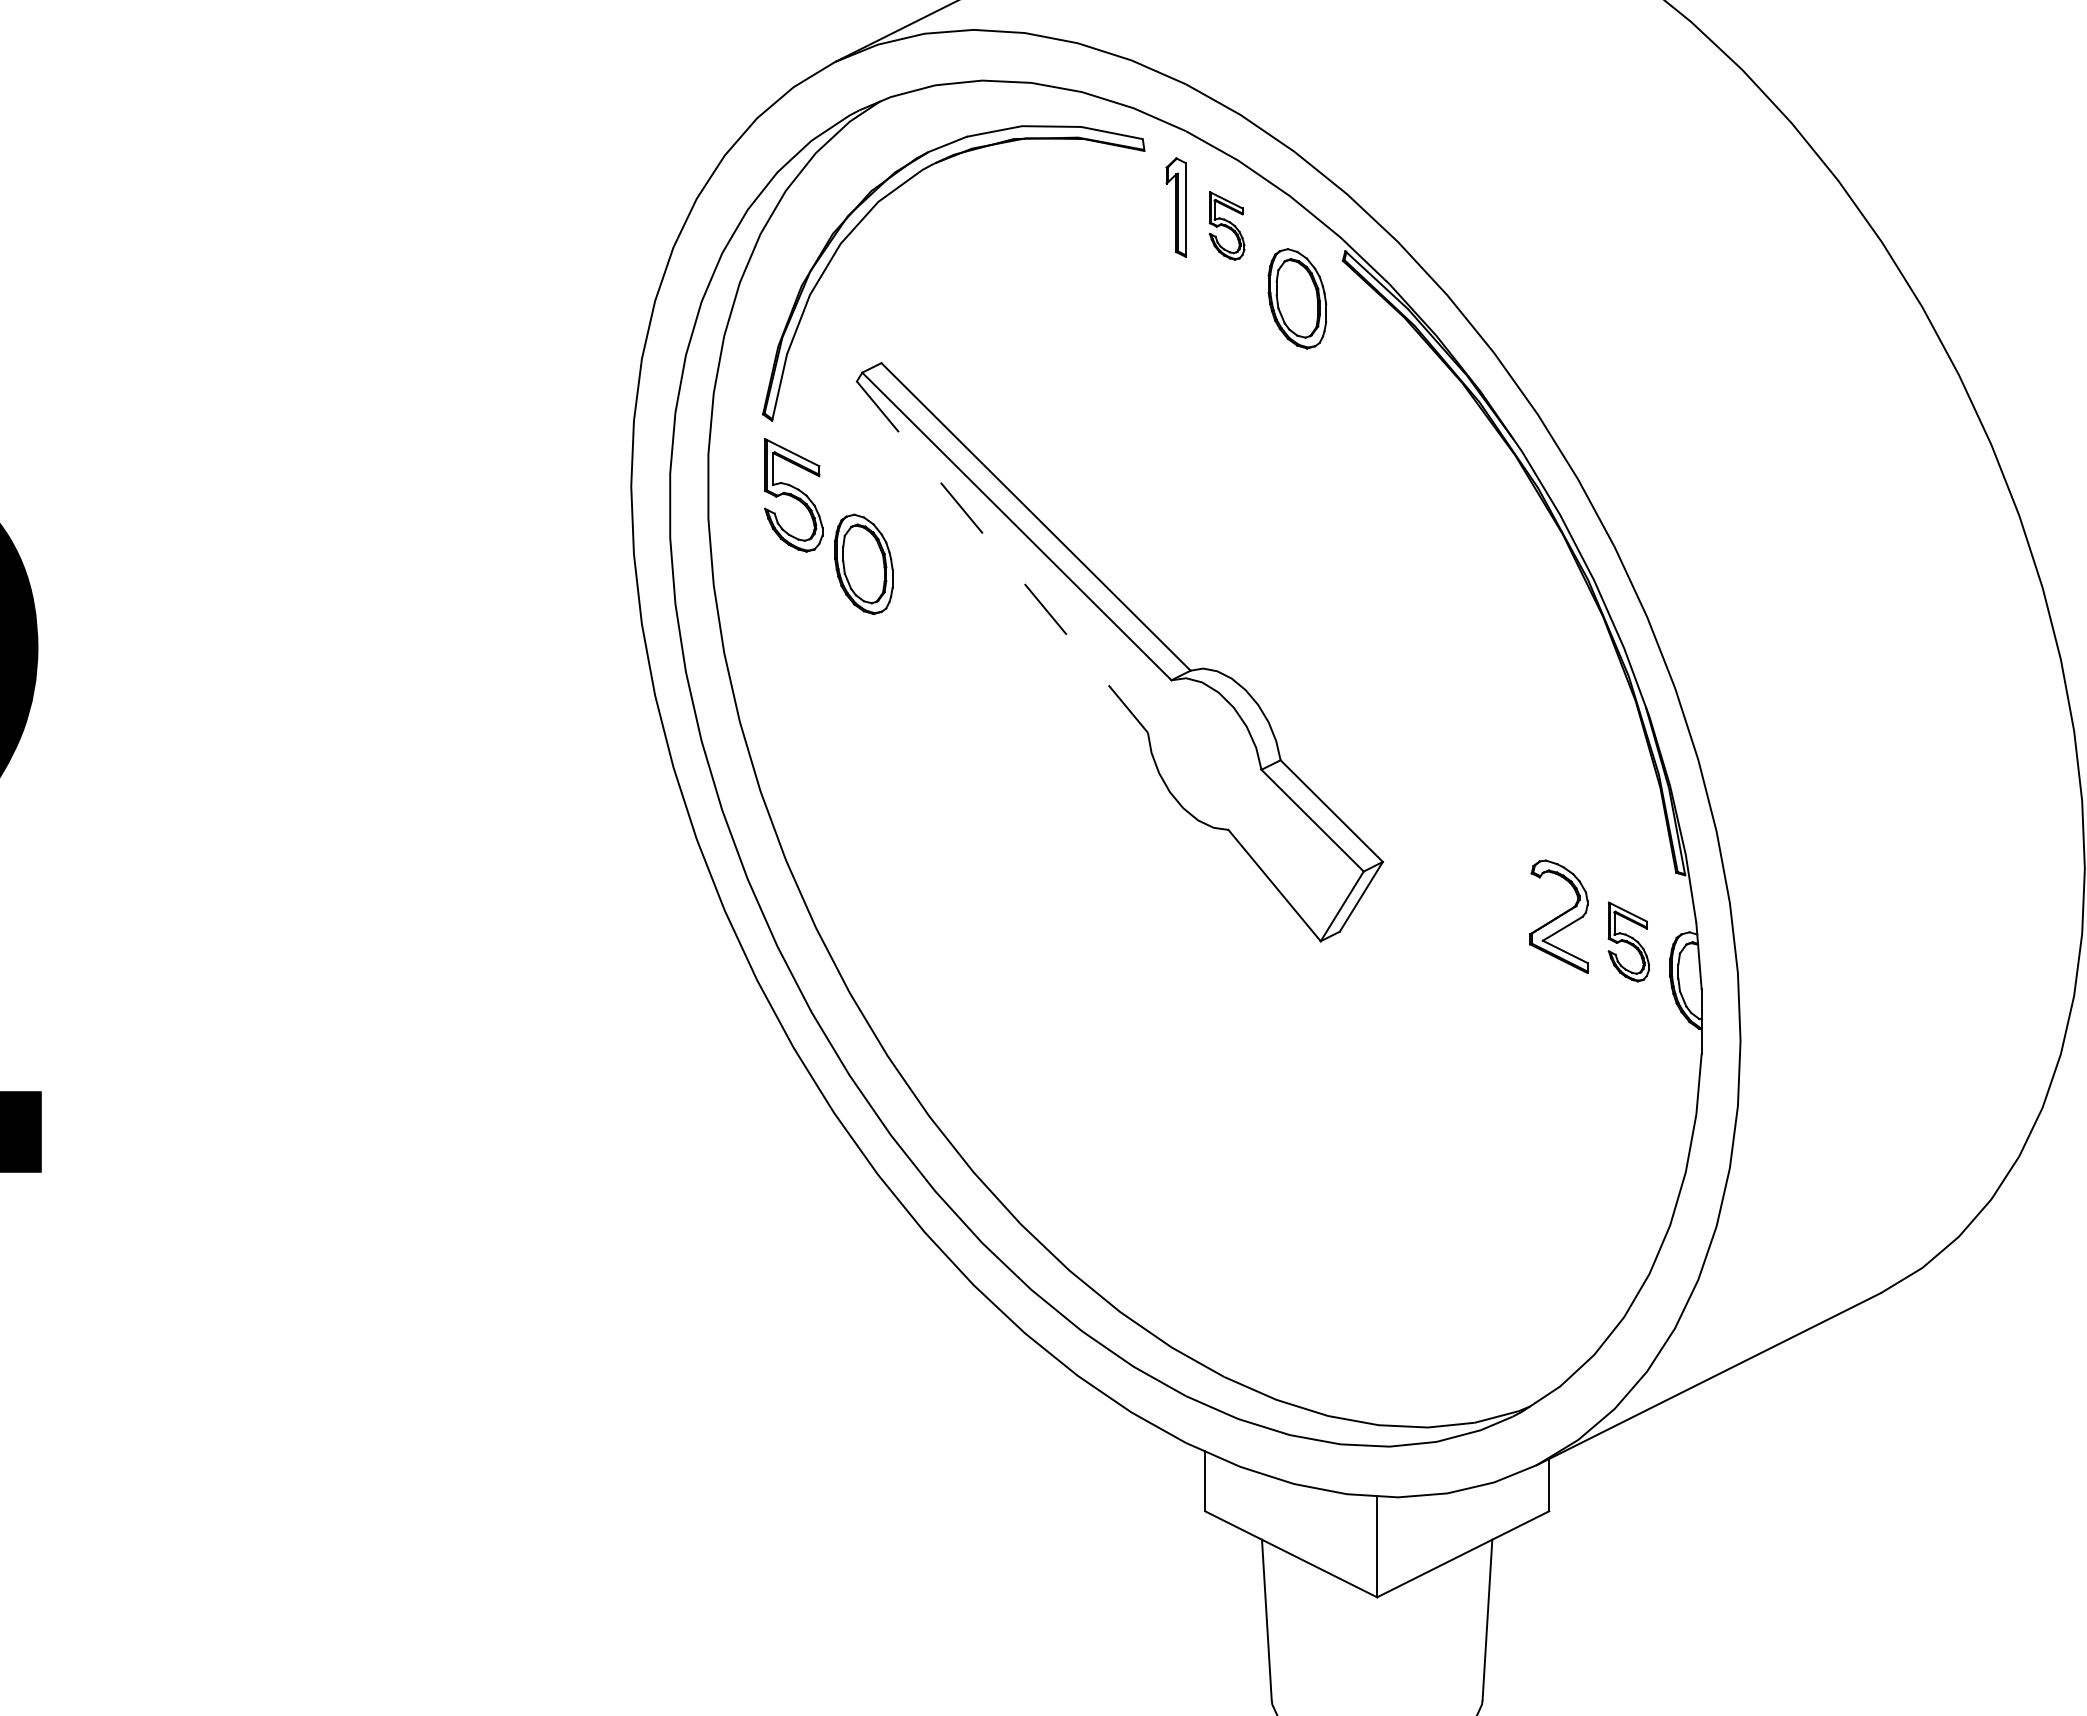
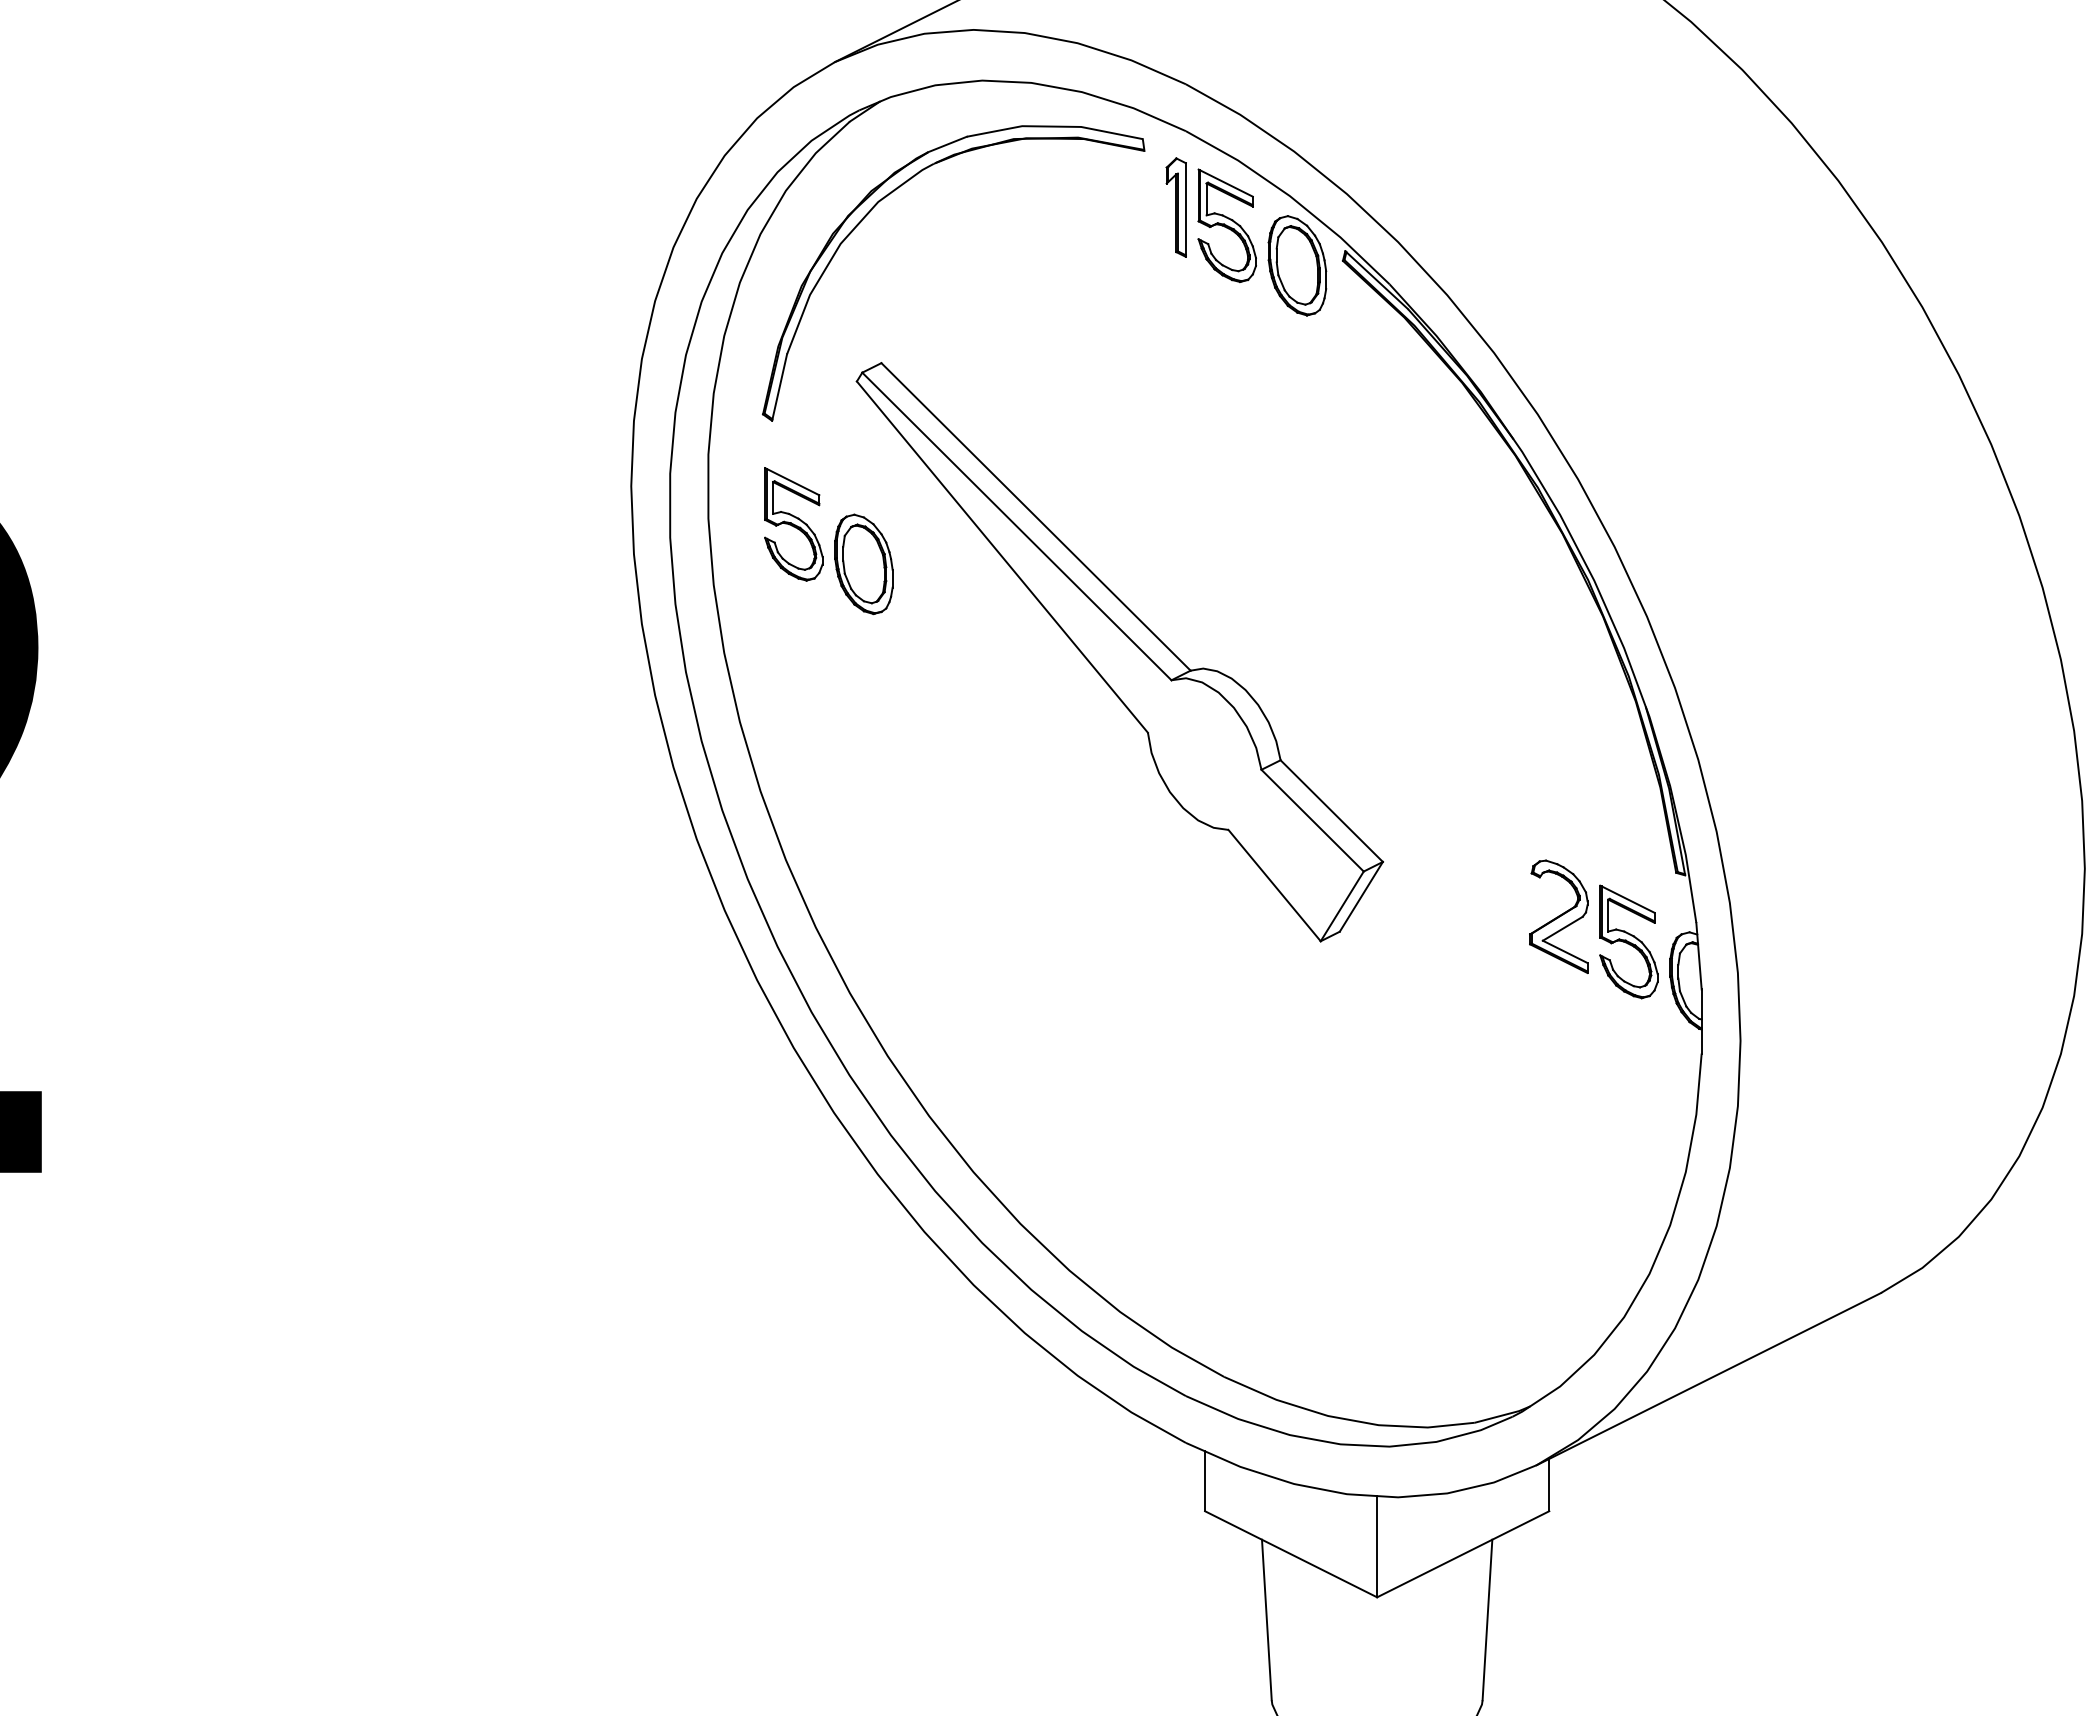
part at (1226, 225) size: 38x70 px -> 60x116 px
part at (1297, 298) position: (1297, 298) -> (1297, 265)
part at (793, 495) position: (793, 495) -> (793, 524)
line at (1002, 557): dashed -> solid
part at (1628, 941) size: 44x82 px -> 60x116 px
